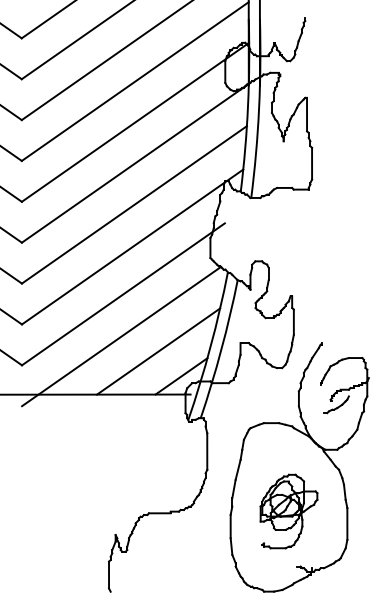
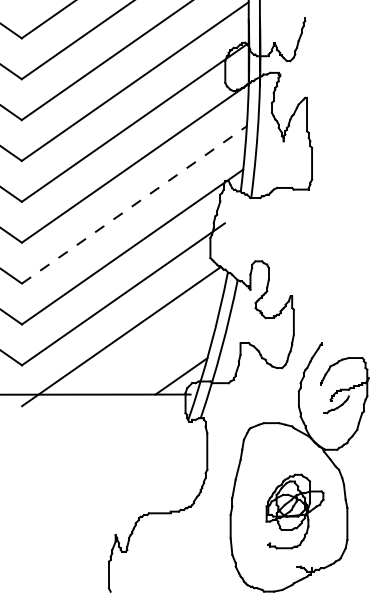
line at (134, 204): solid -> dashed
line at (158, 351): present -> none
part at (288, 511) position: (288, 511) -> (294, 511)
